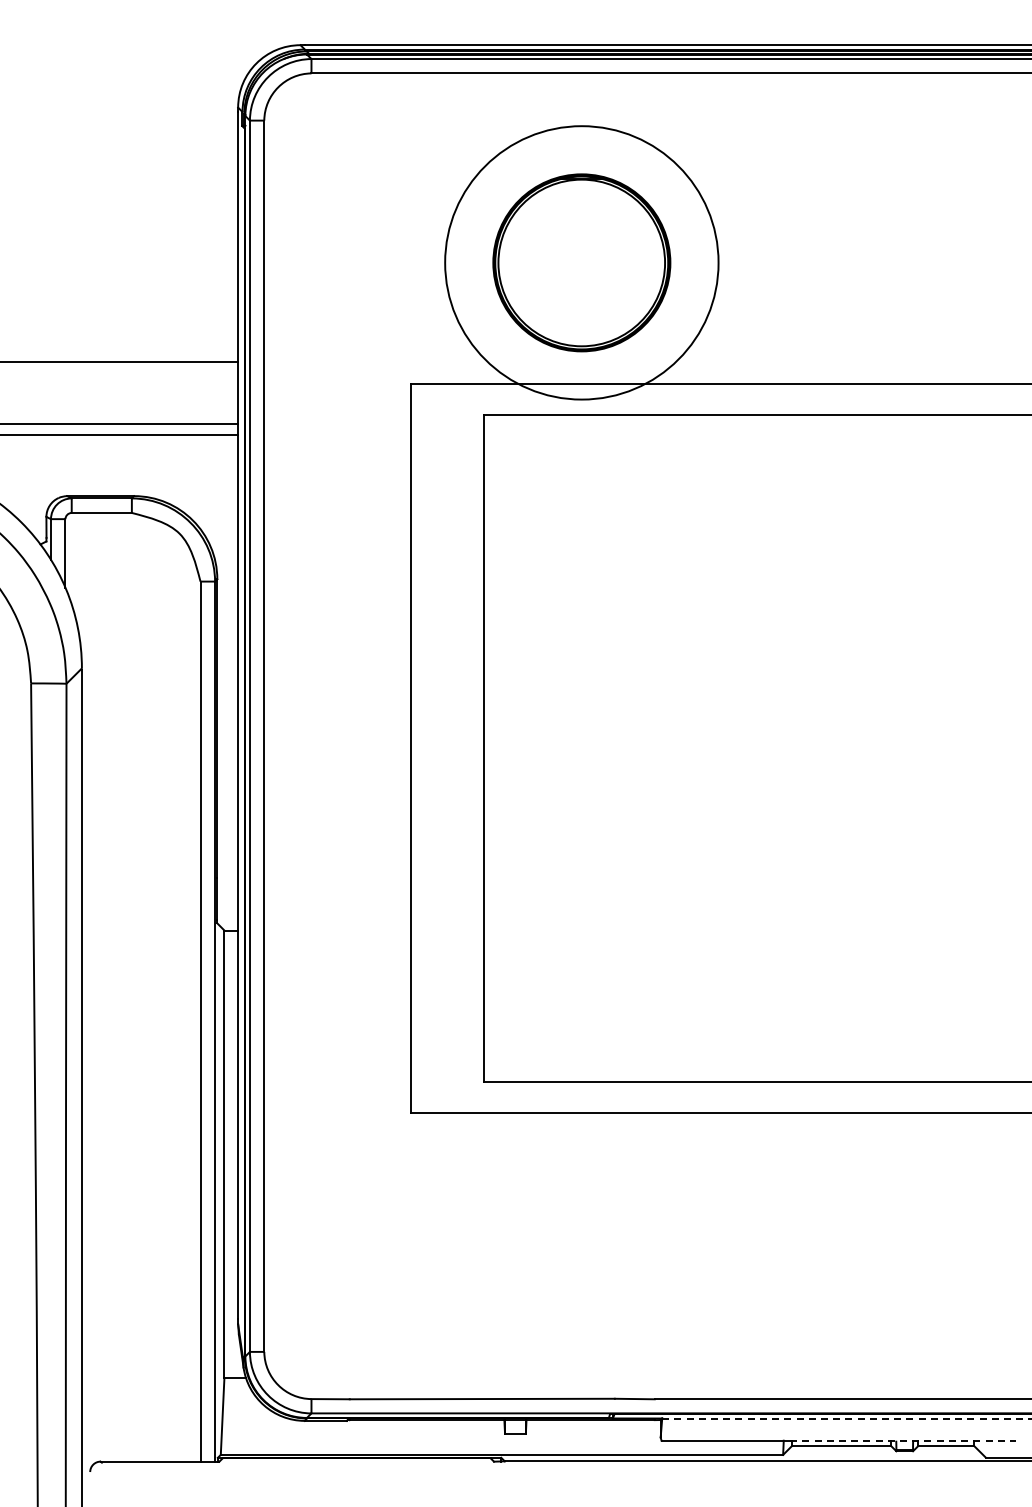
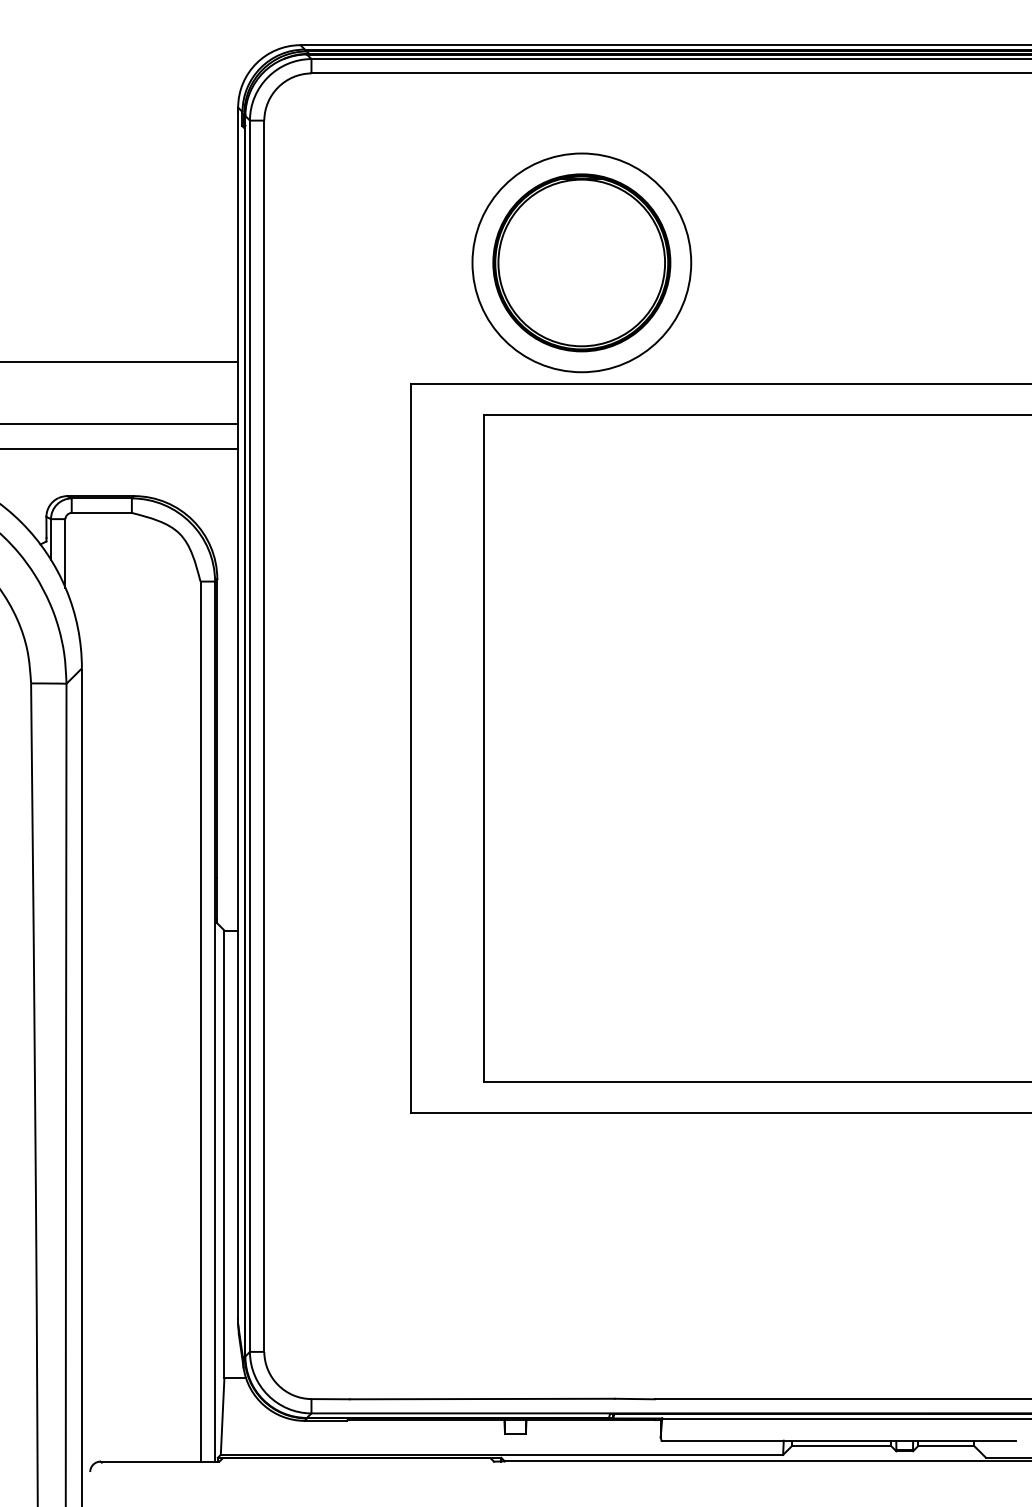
circle at (581, 262) diameter: 273 px -> 219 px
line at (120, 434) position: (120, 434) -> (120, 448)
line at (847, 1418): dashed -> solid
line at (903, 1440): dashed -> solid
